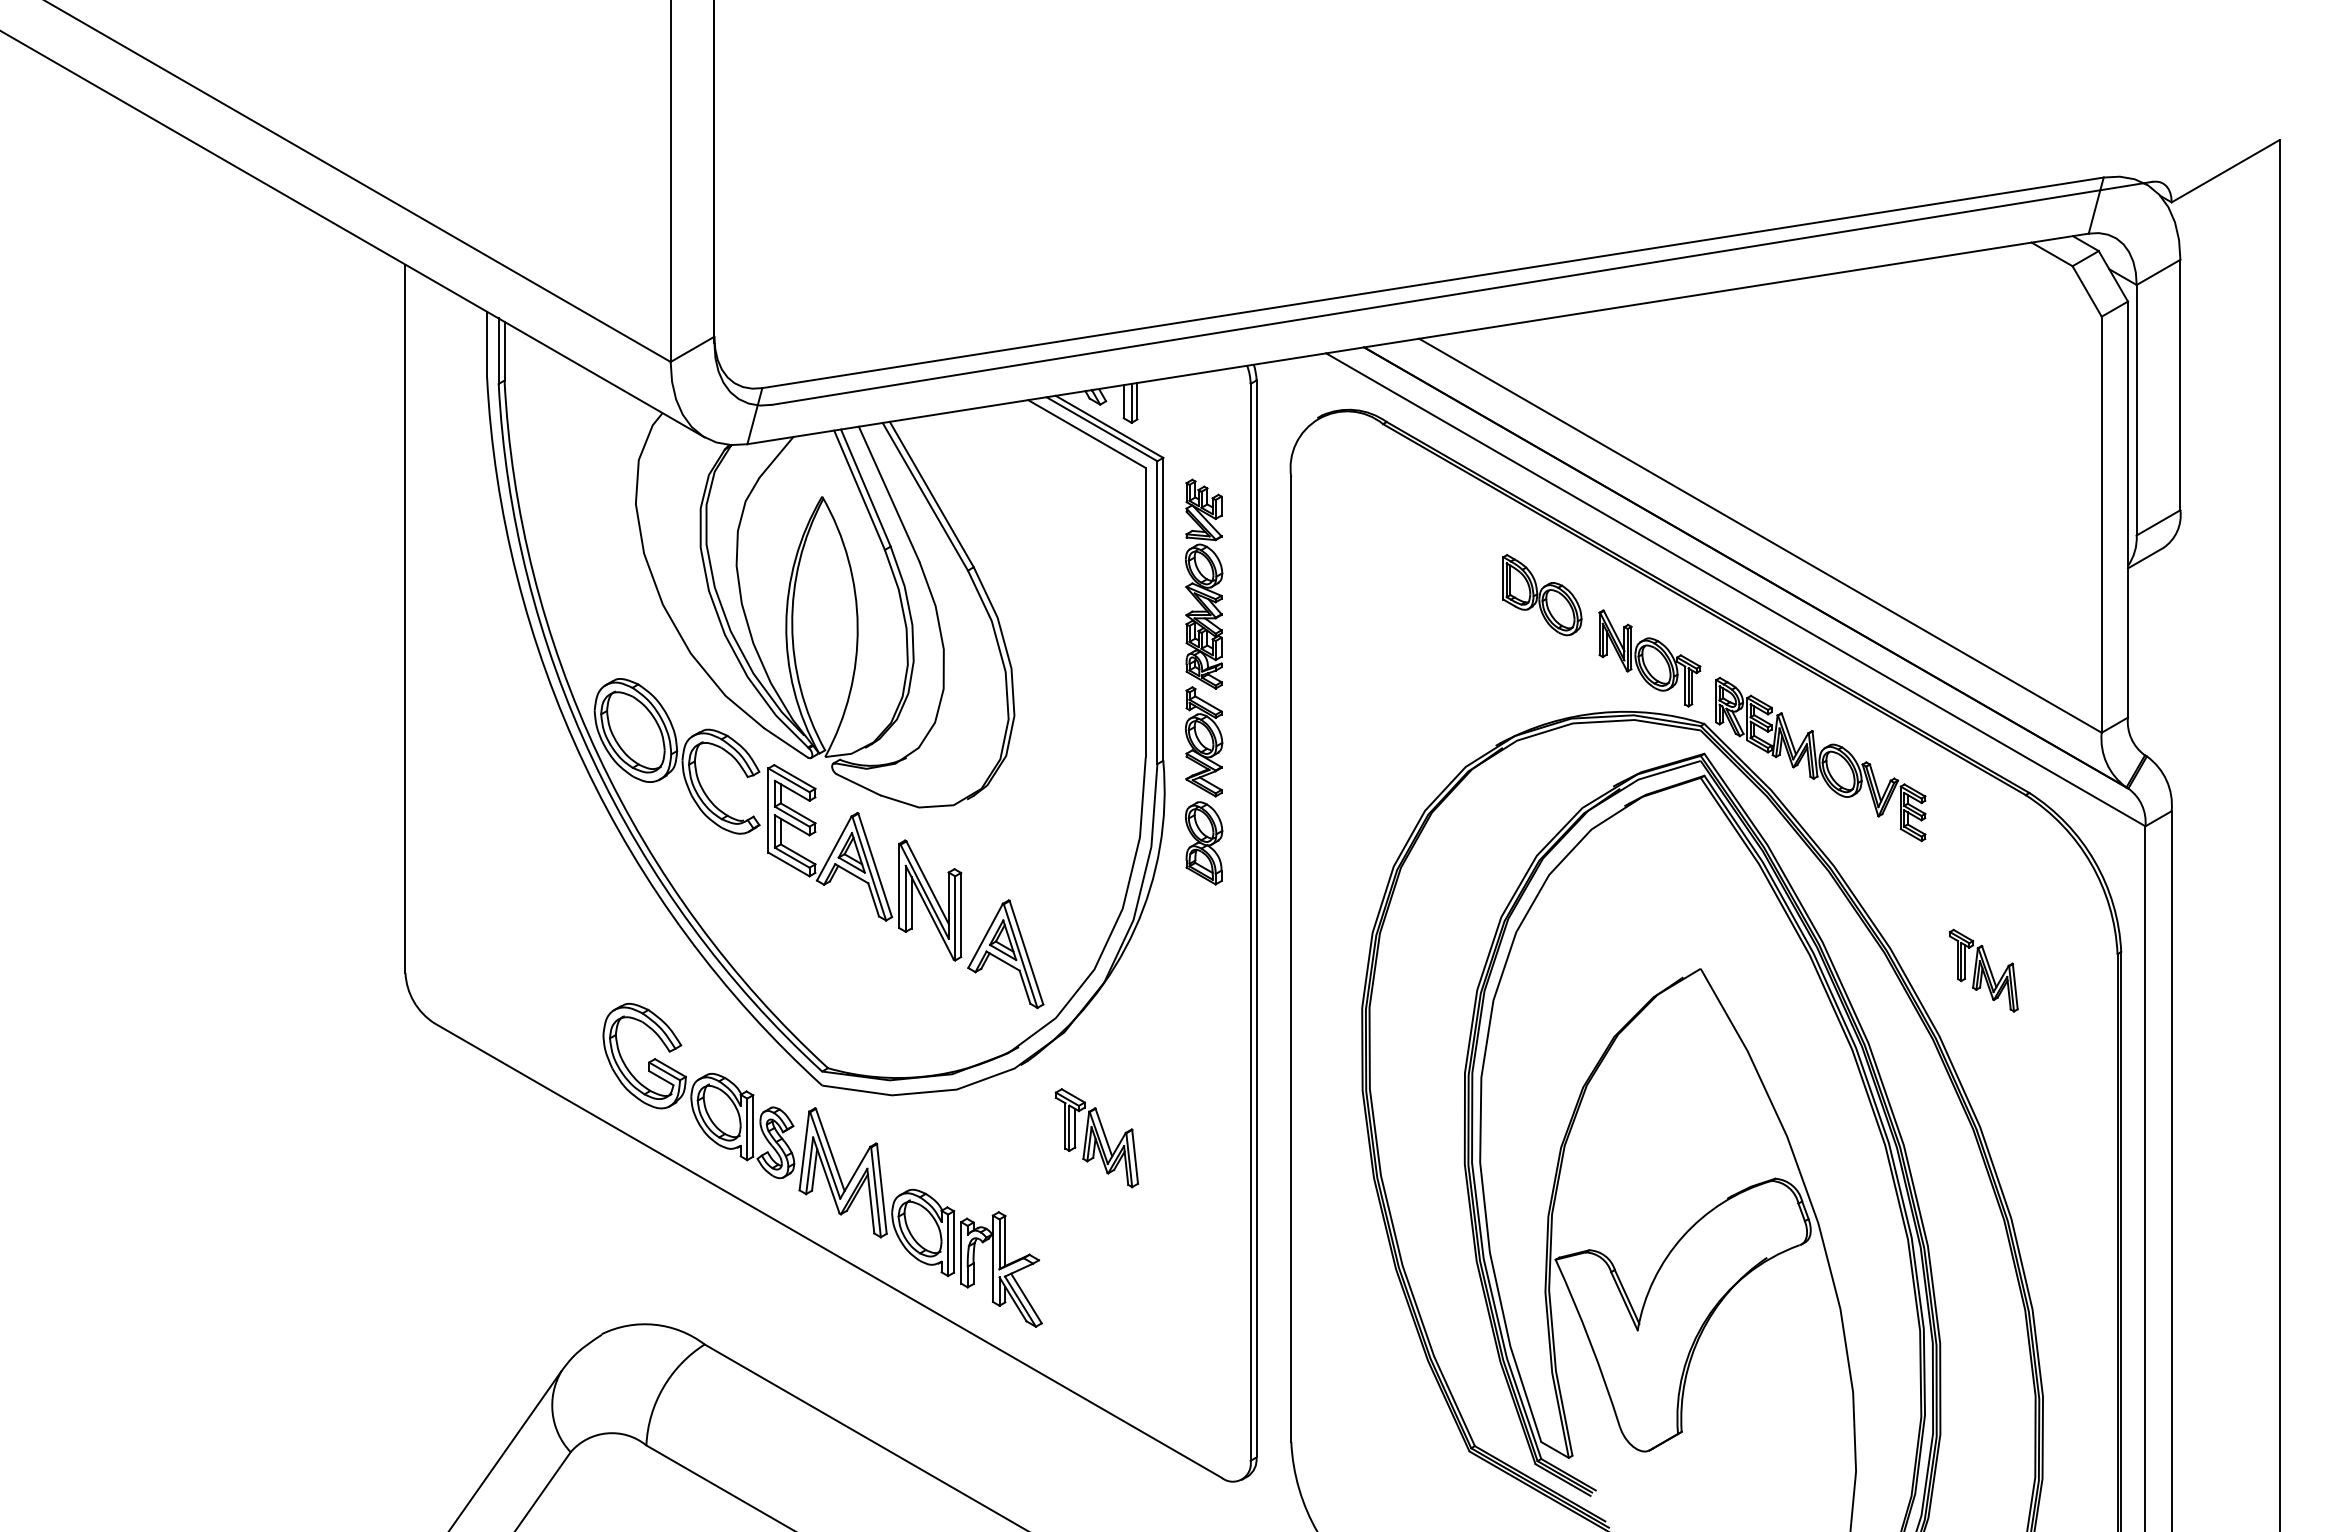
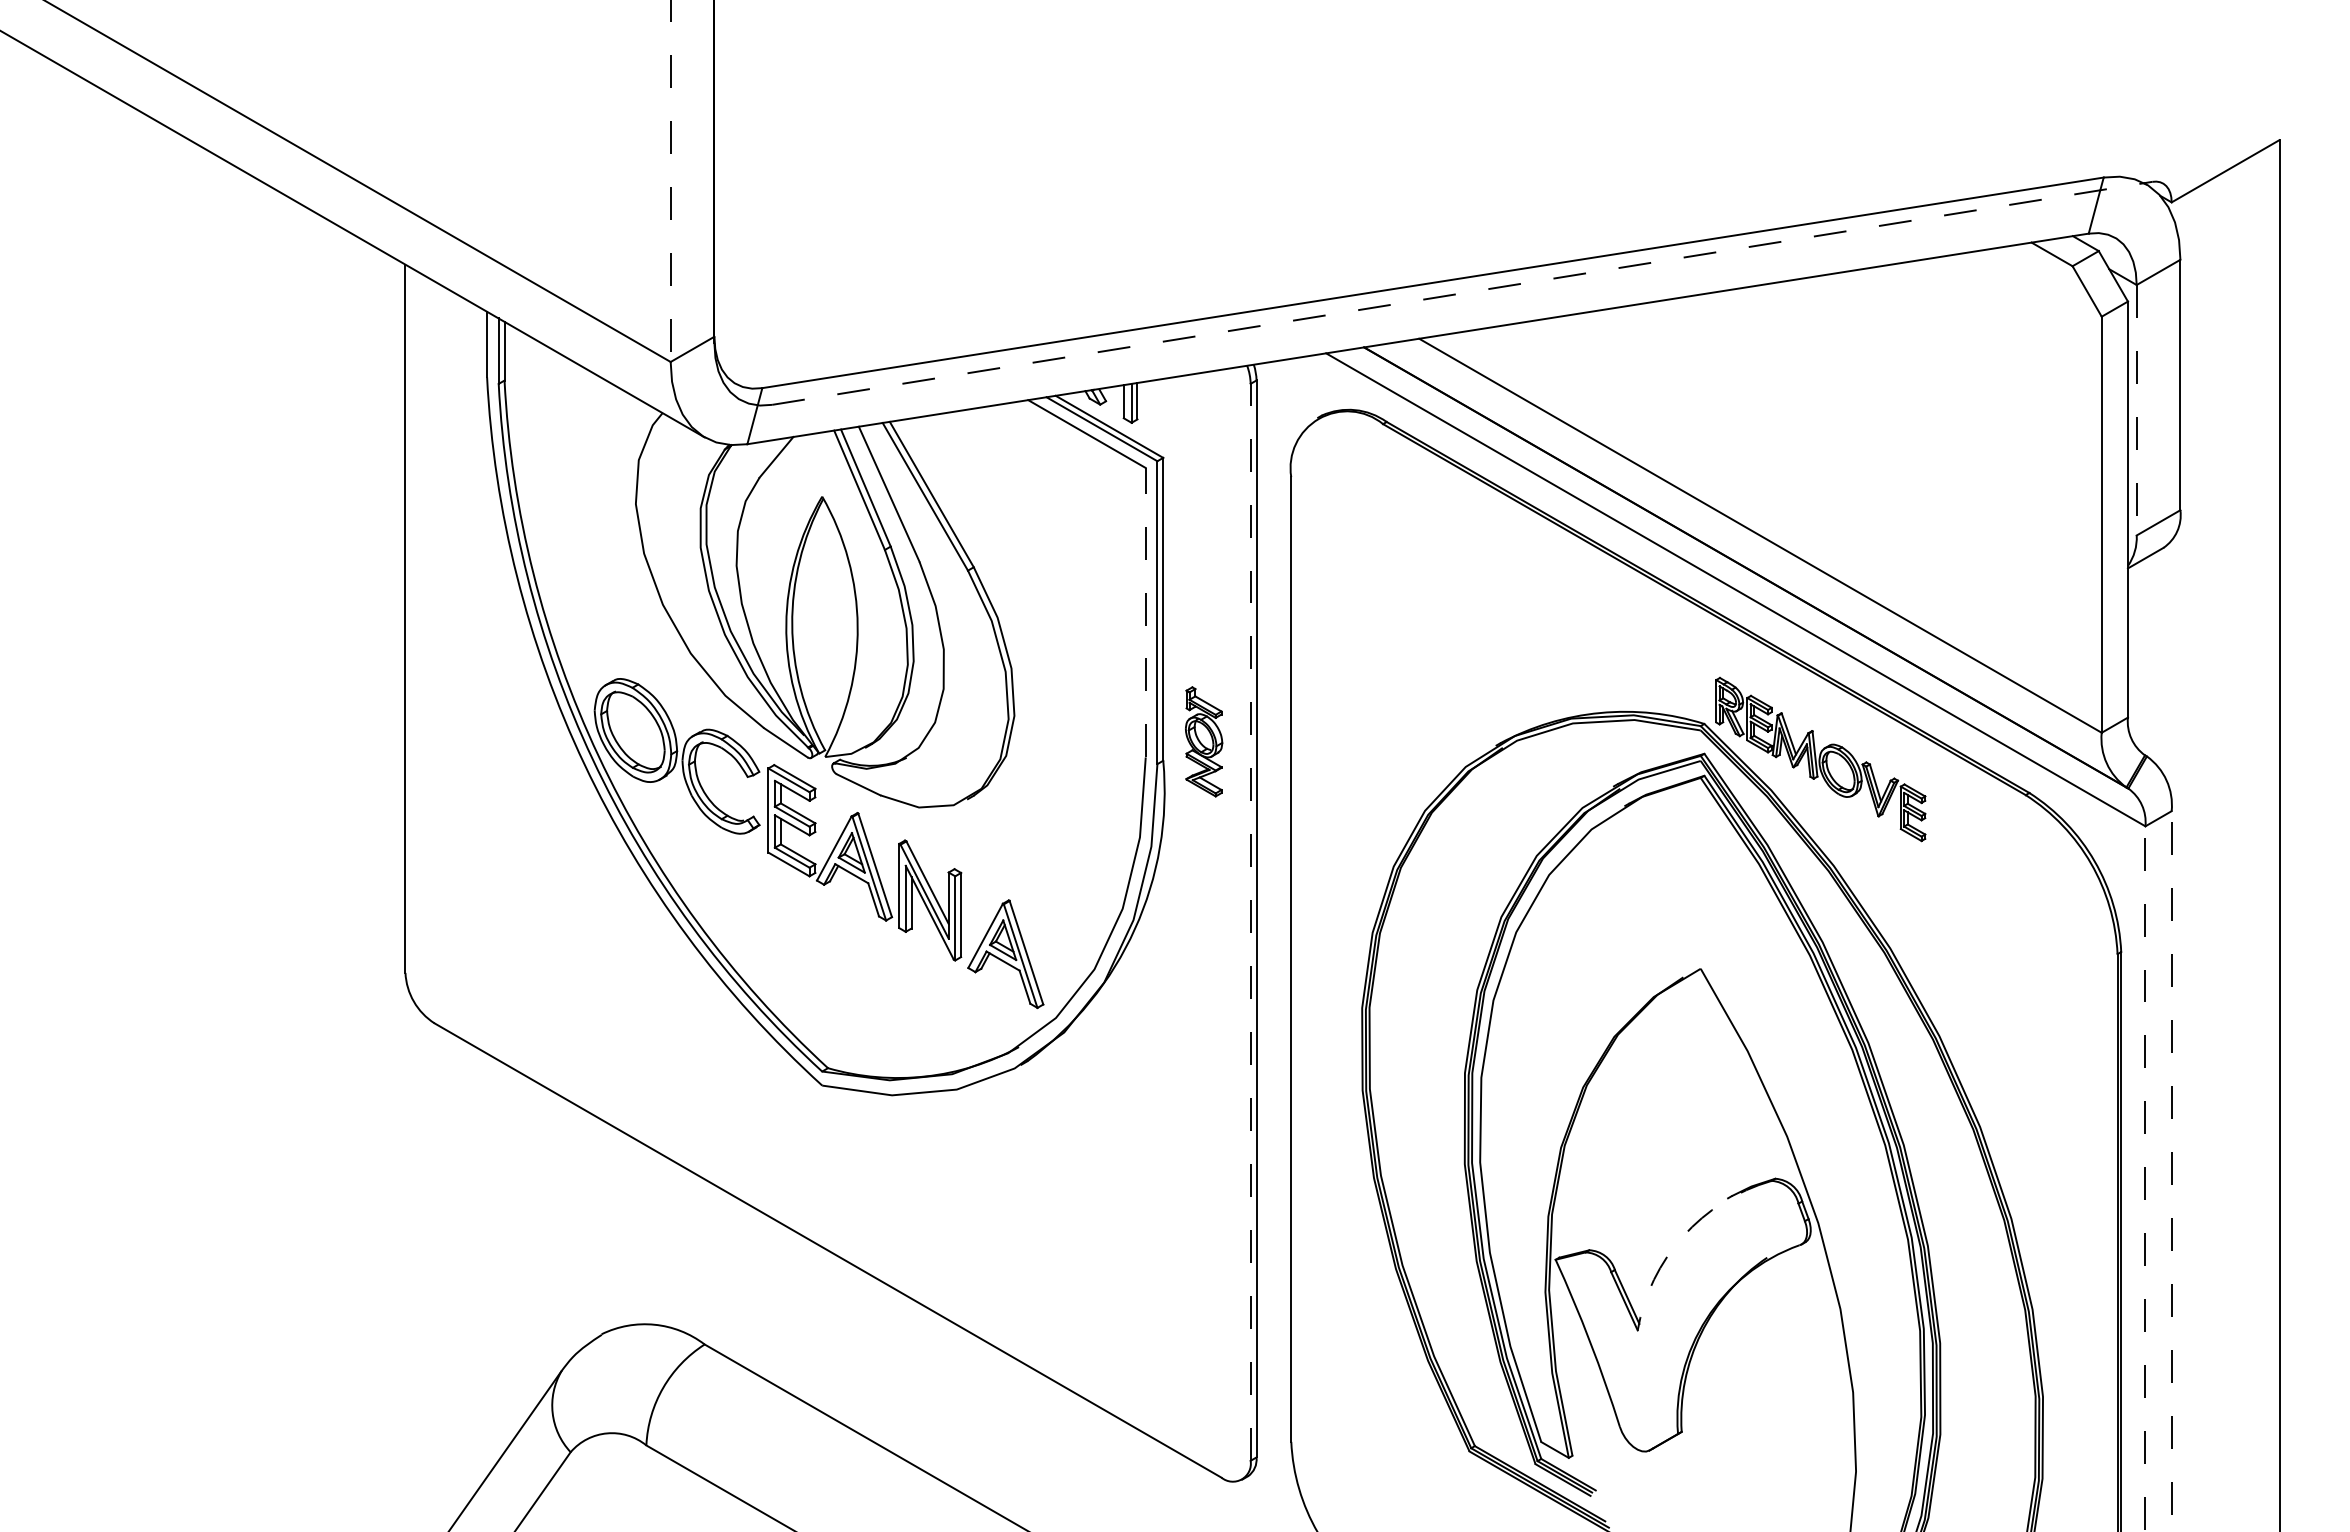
line at (670, 181): solid -> dashed
line at (1462, 293): solid -> dashed
line at (2136, 410): solid -> dashed
part at (1204, 583): present -> none
part at (1542, 595): present -> none
line at (1145, 612): solid -> dashed
part at (1649, 658): present -> none
part at (1204, 843): present -> none
line at (1250, 921): solid -> dashed
part at (1983, 970): present -> none
part at (1096, 1138): present -> none
part at (822, 1164): present -> none
line at (2171, 1171): solid -> dashed
line at (2145, 1178): solid -> dashed
arc at (1683, 1236): solid -> dashed
